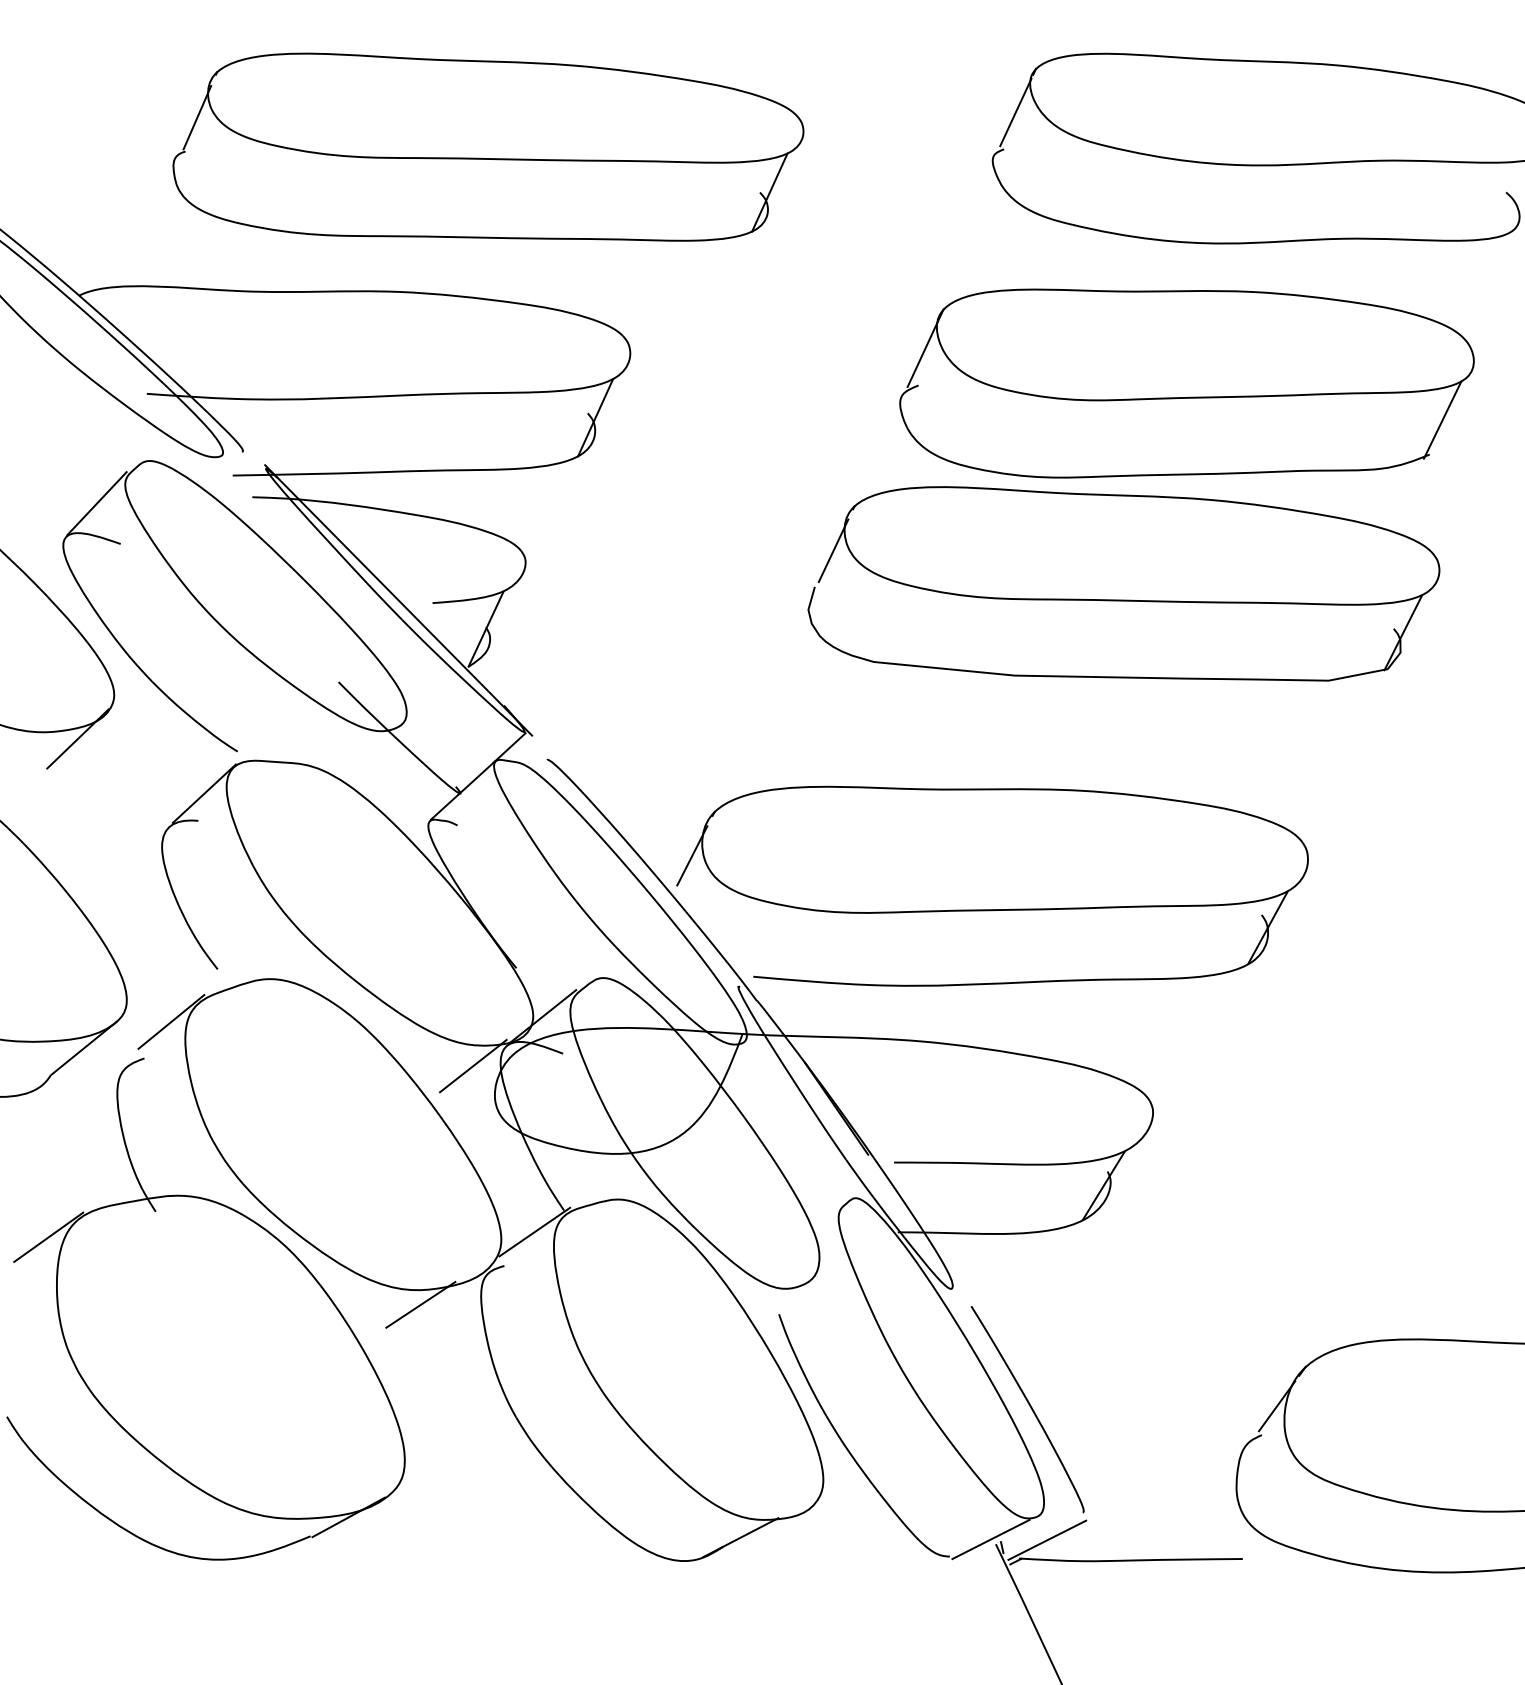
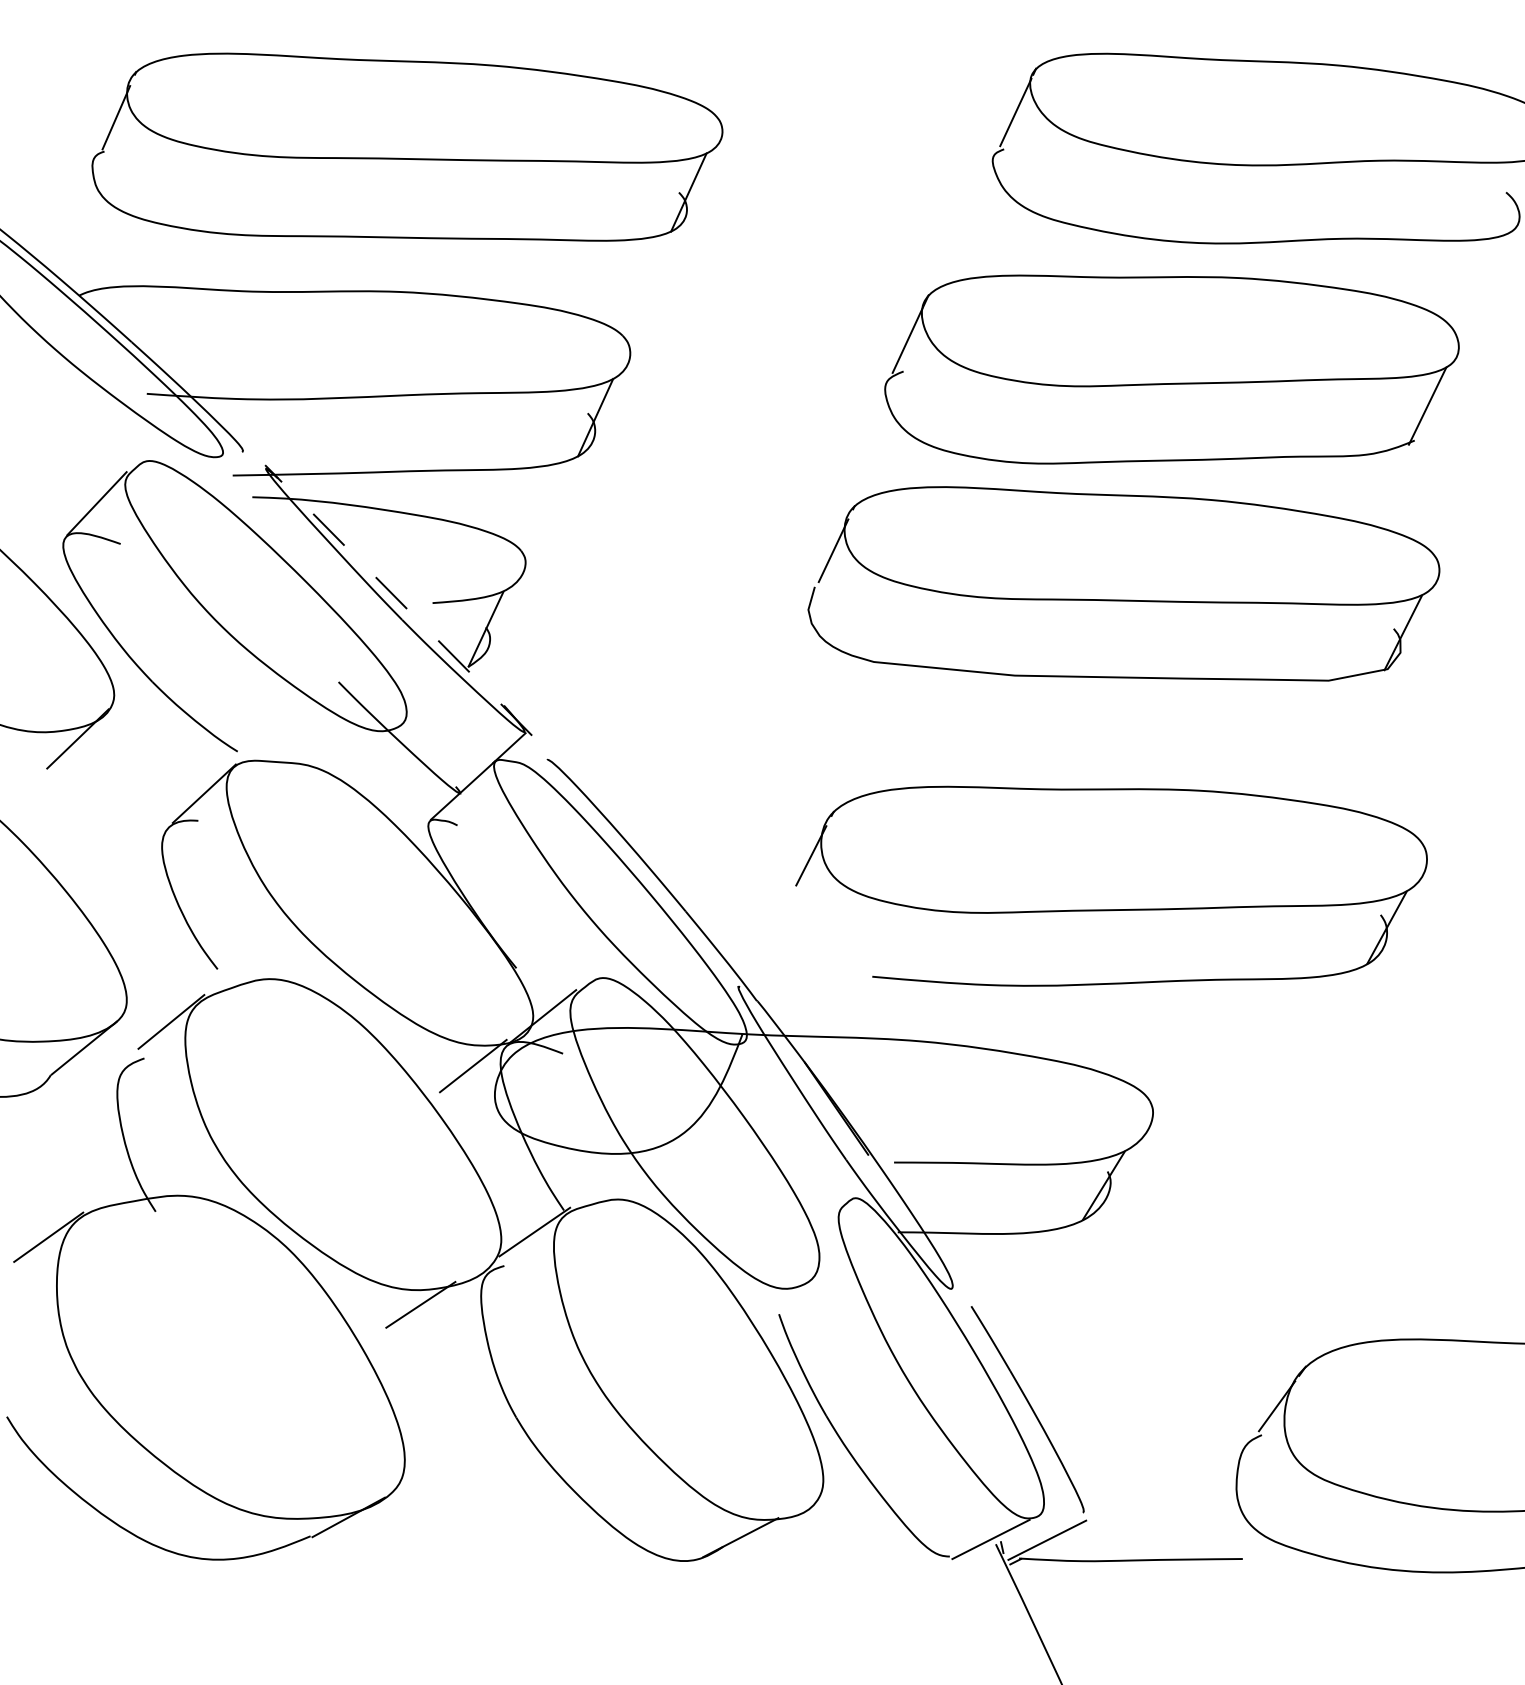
part at (488, 146) position: (488, 146) -> (407, 146)
part at (1186, 383) position: (1186, 383) -> (1171, 369)
line at (398, 600): solid -> dashed
part at (992, 885) position: (992, 885) -> (1111, 885)
